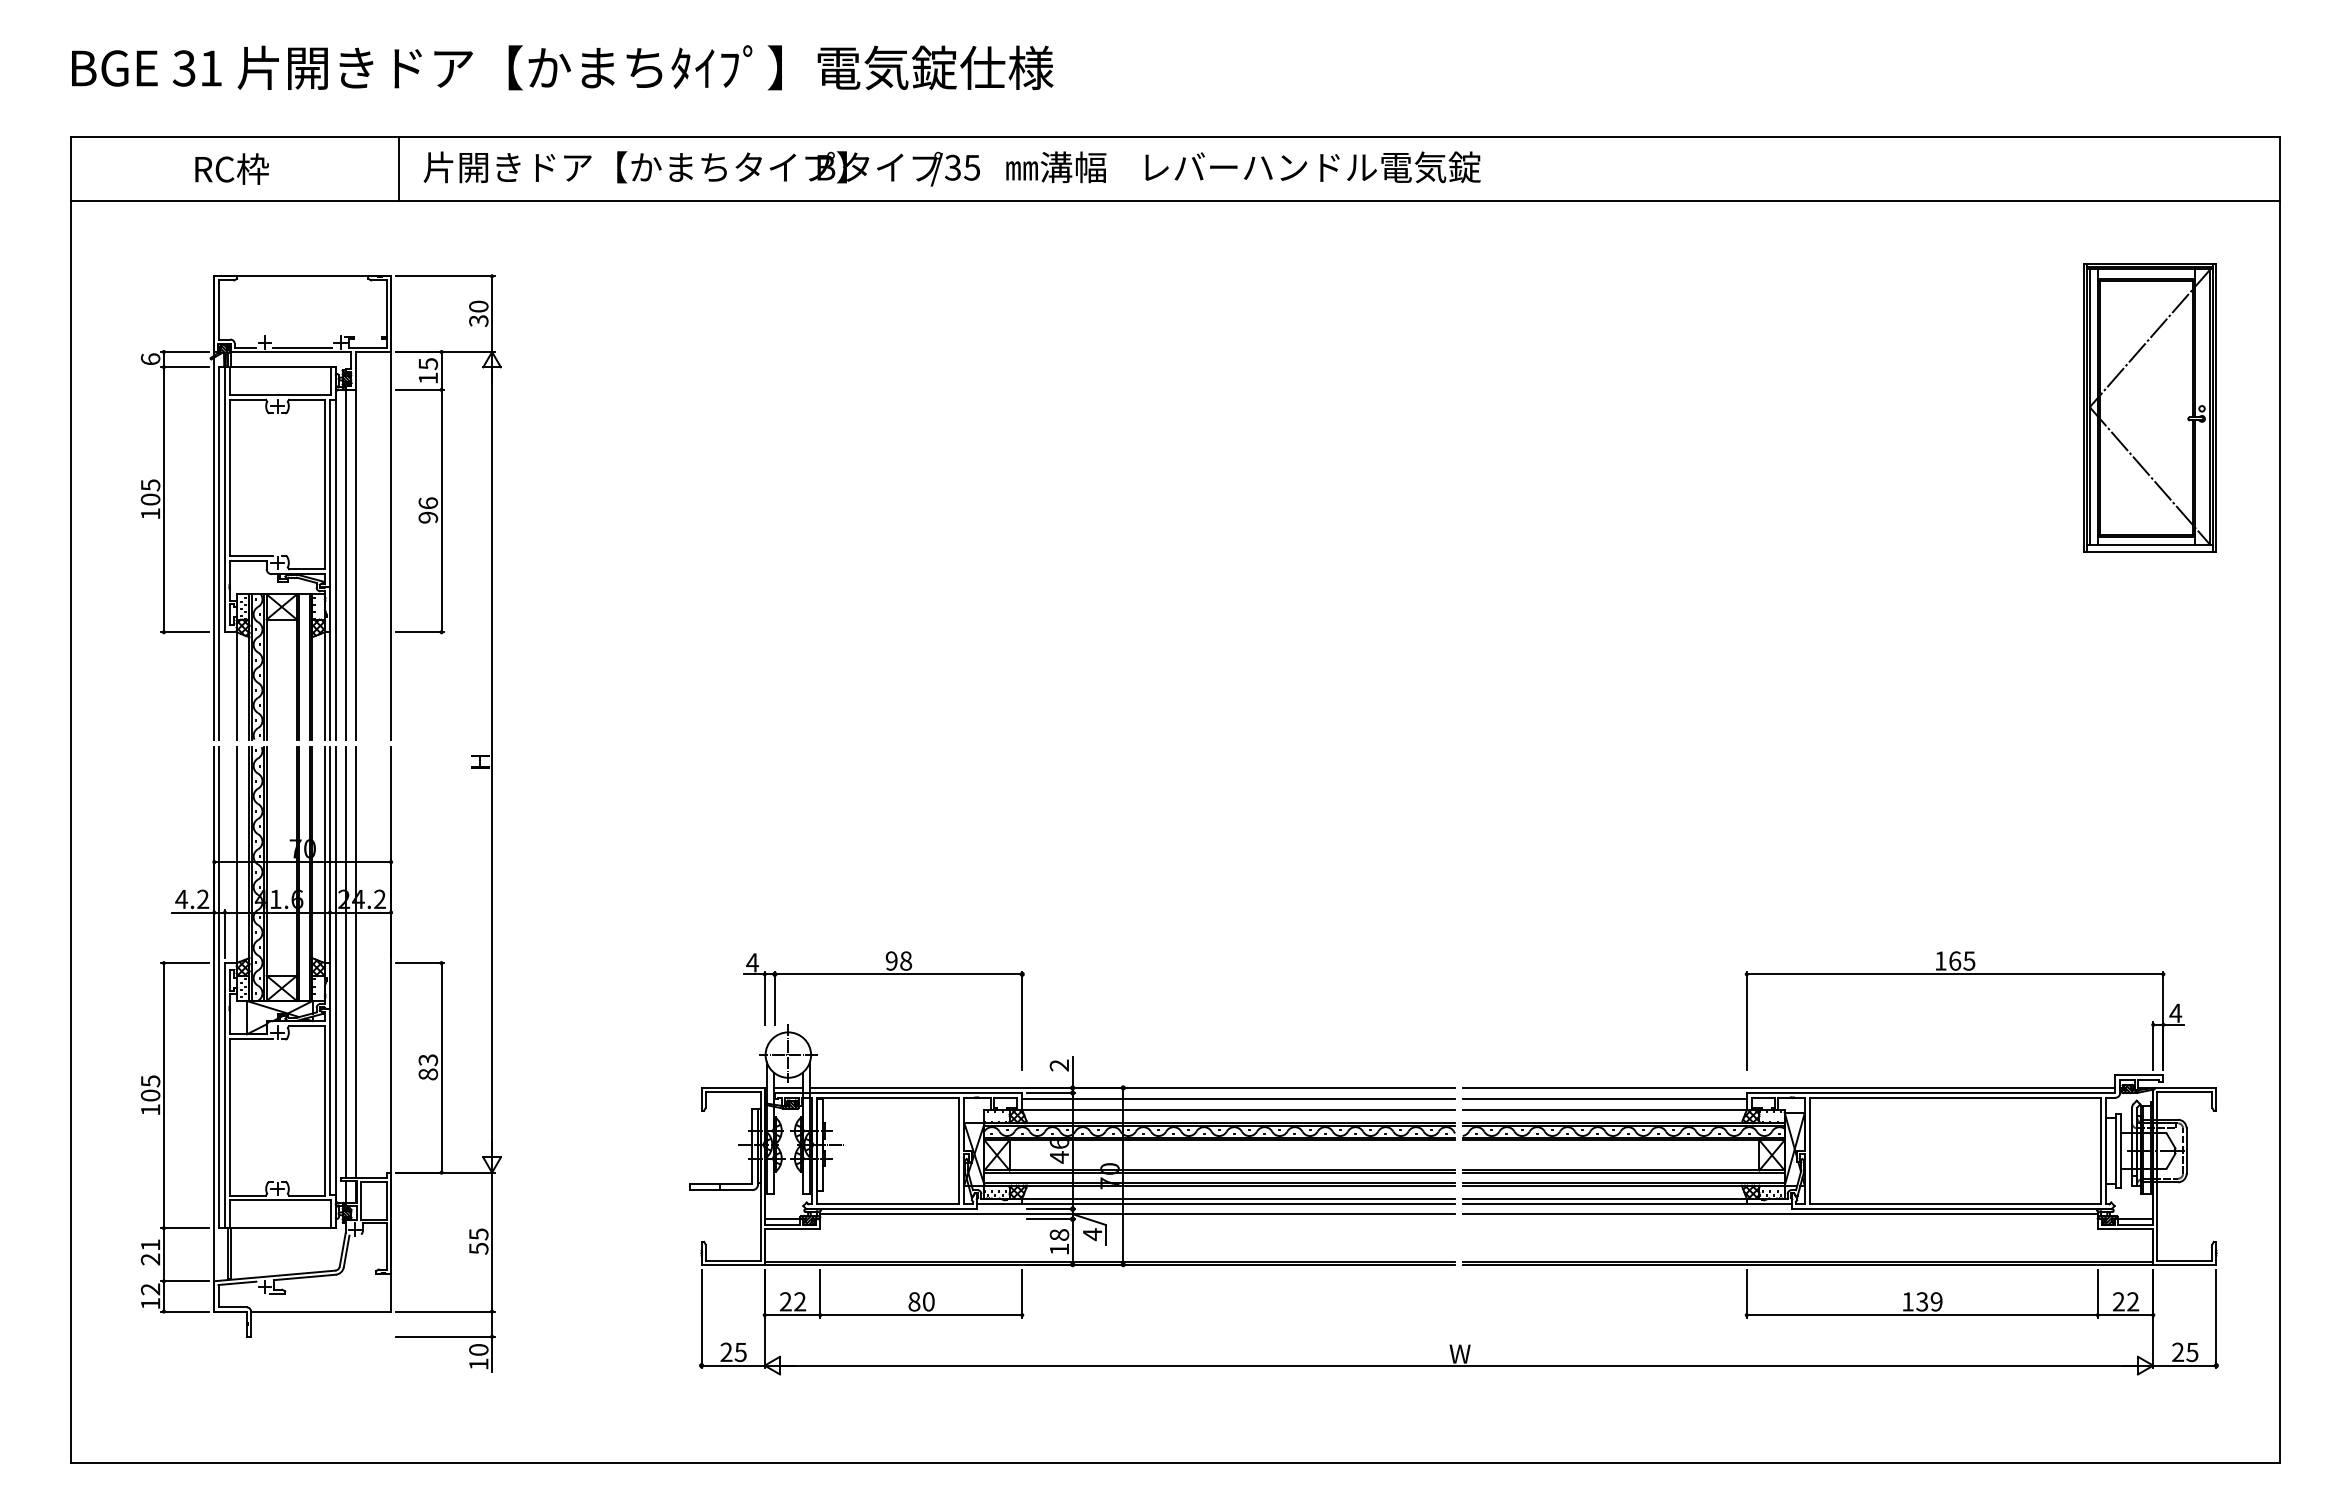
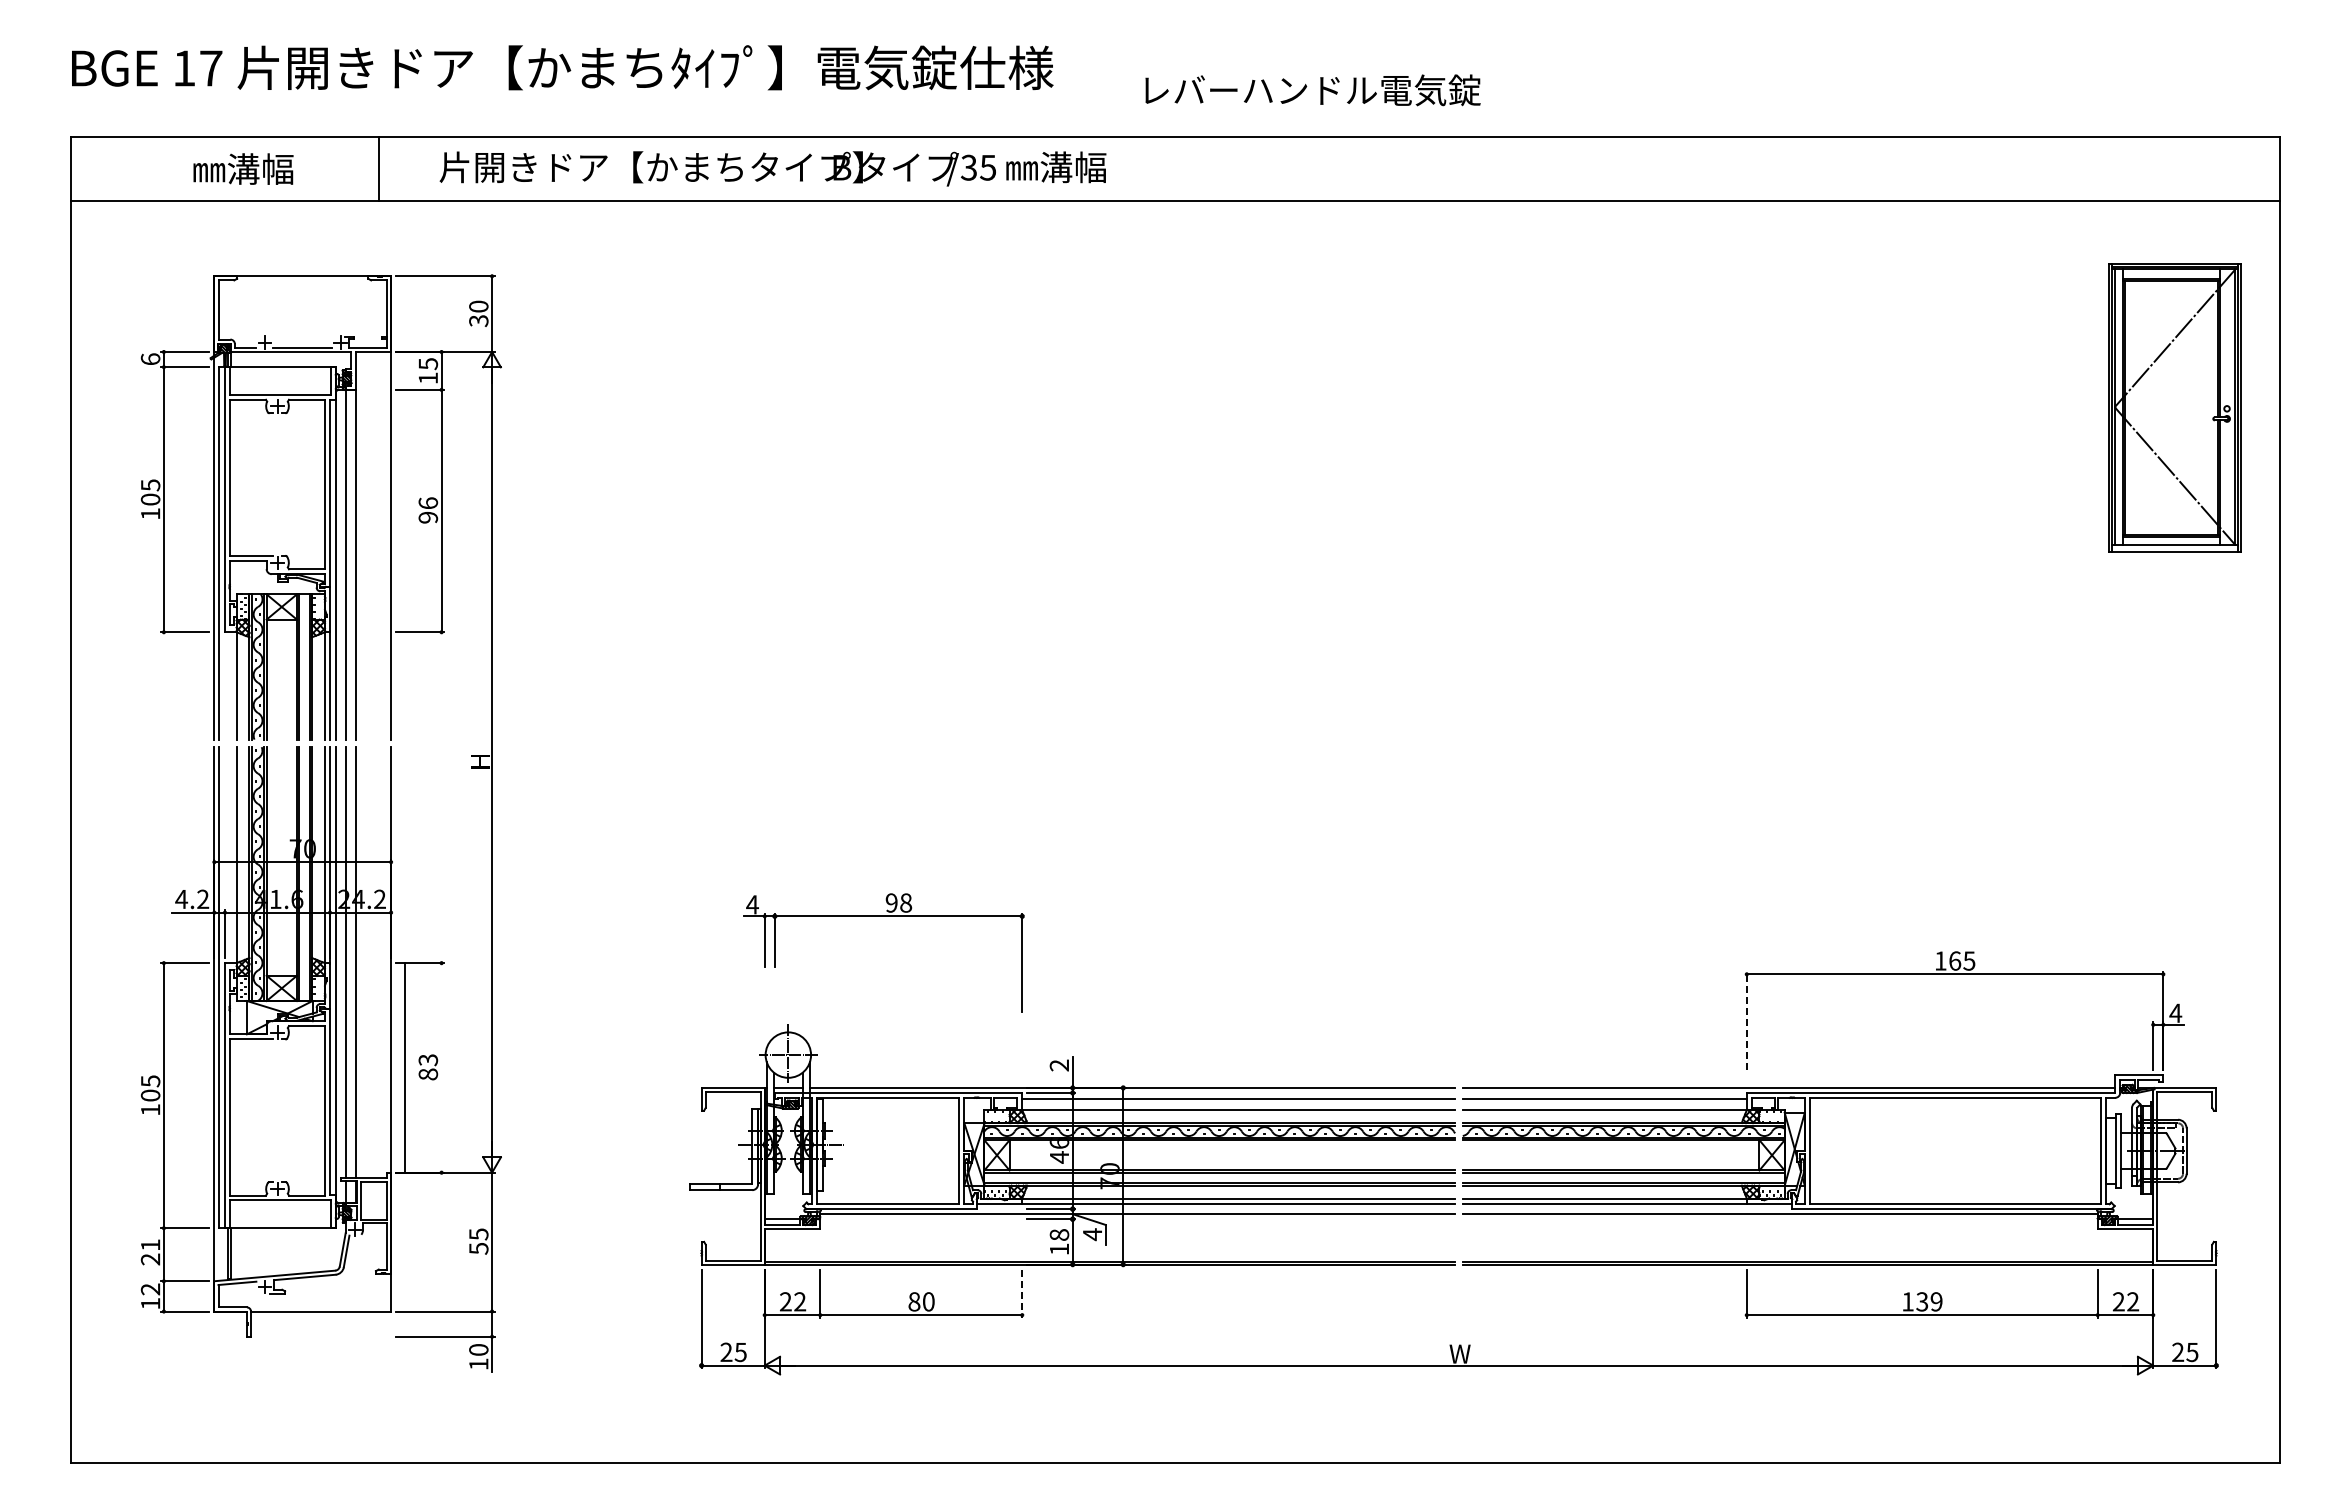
text at (197, 68): 31 -> 17
text at (1312, 167) position: (1312, 167) -> (1312, 90)
text at (243, 168): RC枠 -> ㎜溝幅
line at (398, 168) position: (398, 168) -> (378, 168)
text at (701, 168) position: (701, 168) -> (717, 168)
part at (2149, 407) position: (2149, 407) -> (2174, 407)
part at (883, 974) position: (883, 974) -> (883, 916)
line at (1746, 1020): solid -> dashed
line at (441, 1067) position: (441, 1067) -> (404, 1067)
line at (1022, 1293): solid -> dashed
